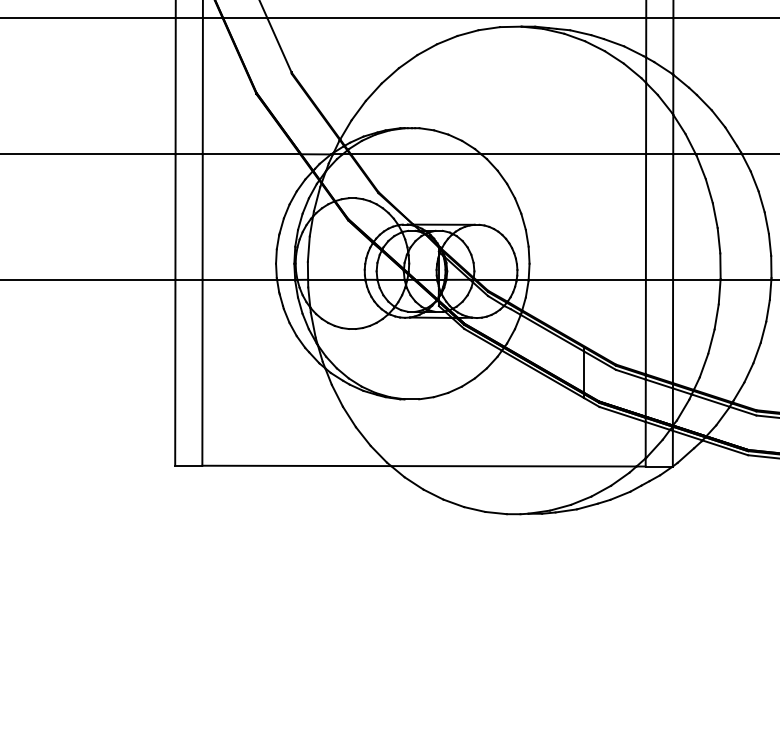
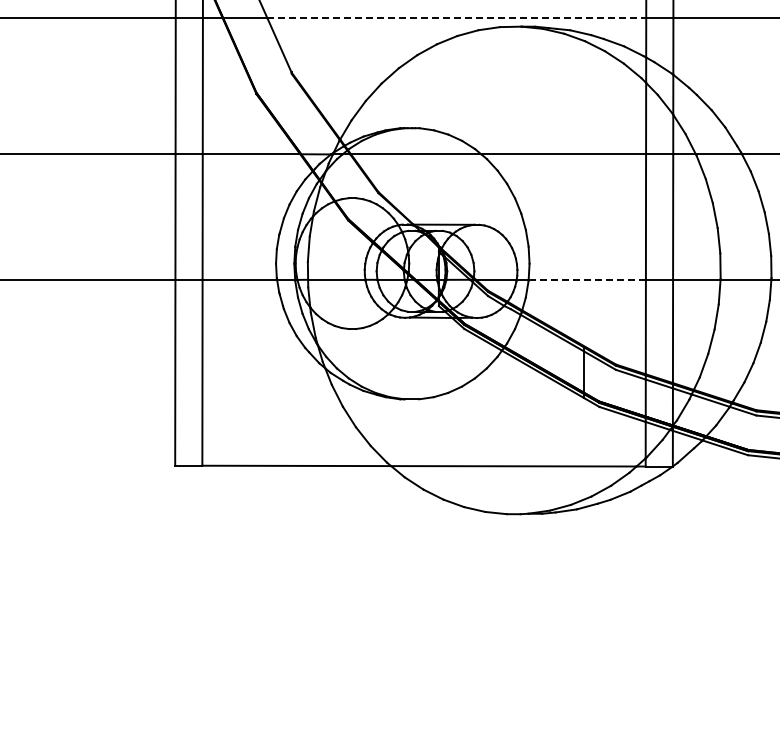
line at (457, 18): solid -> dashed
line at (587, 279): solid -> dashed
